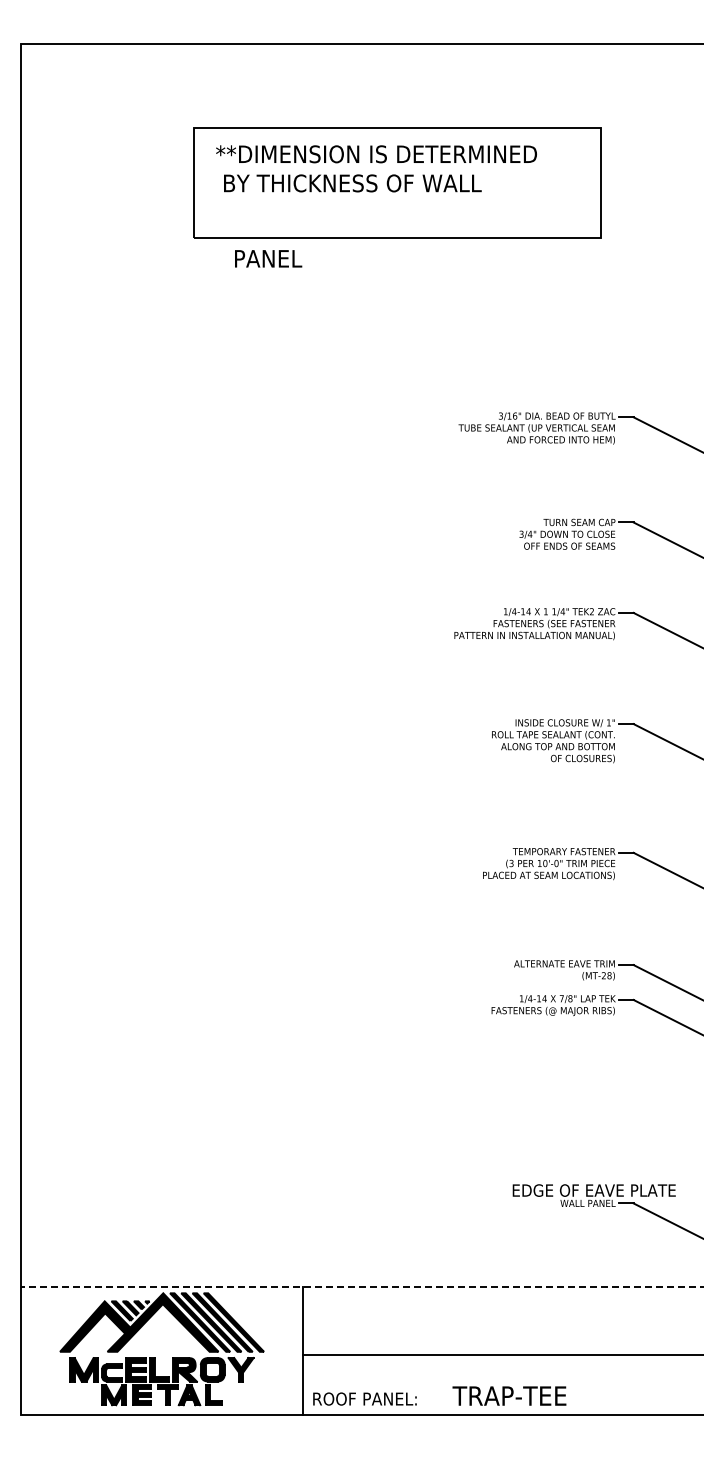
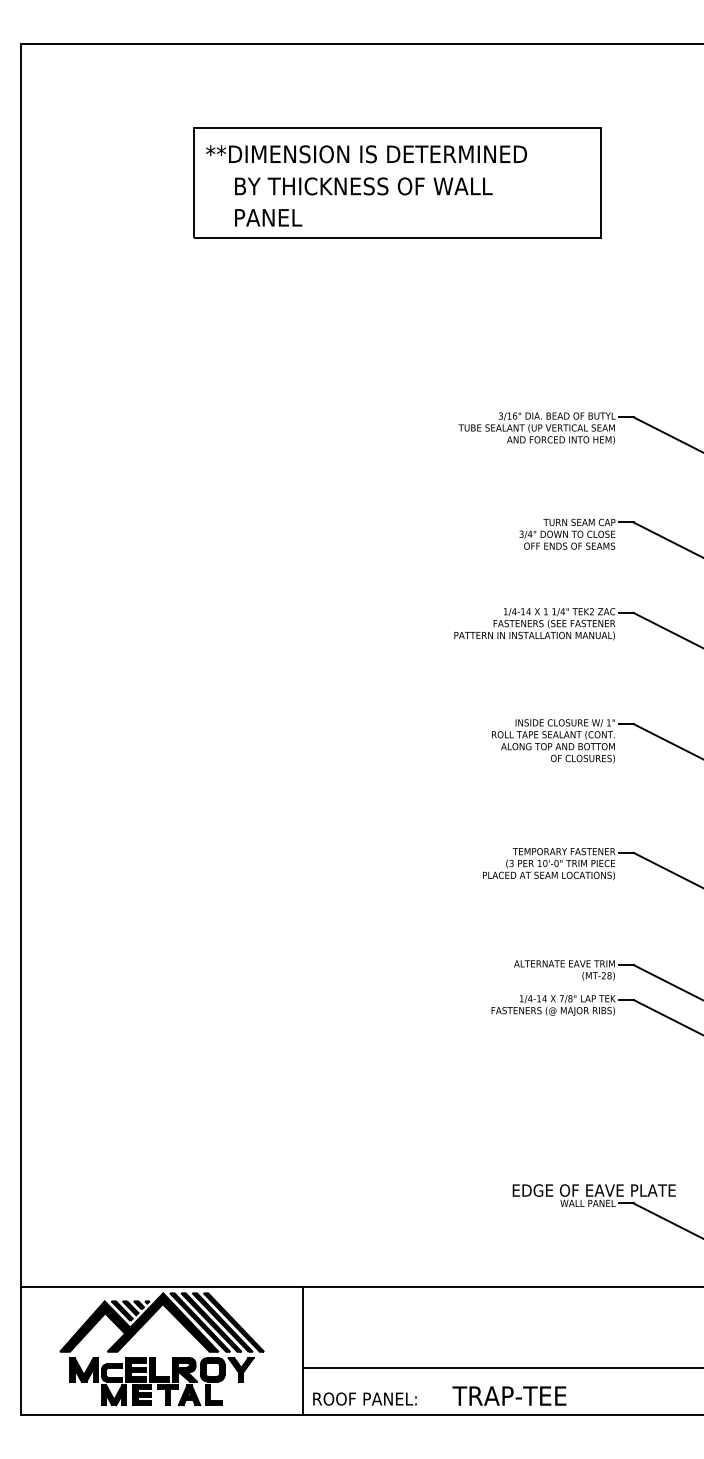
text at (376, 154) position: (376, 154) -> (366, 154)
text at (352, 183) position: (352, 183) -> (363, 186)
text at (268, 258) position: (268, 258) -> (268, 217)
line at (361, 1286): dashed -> solid
line at (501, 1354) position: (501, 1354) -> (501, 1367)
